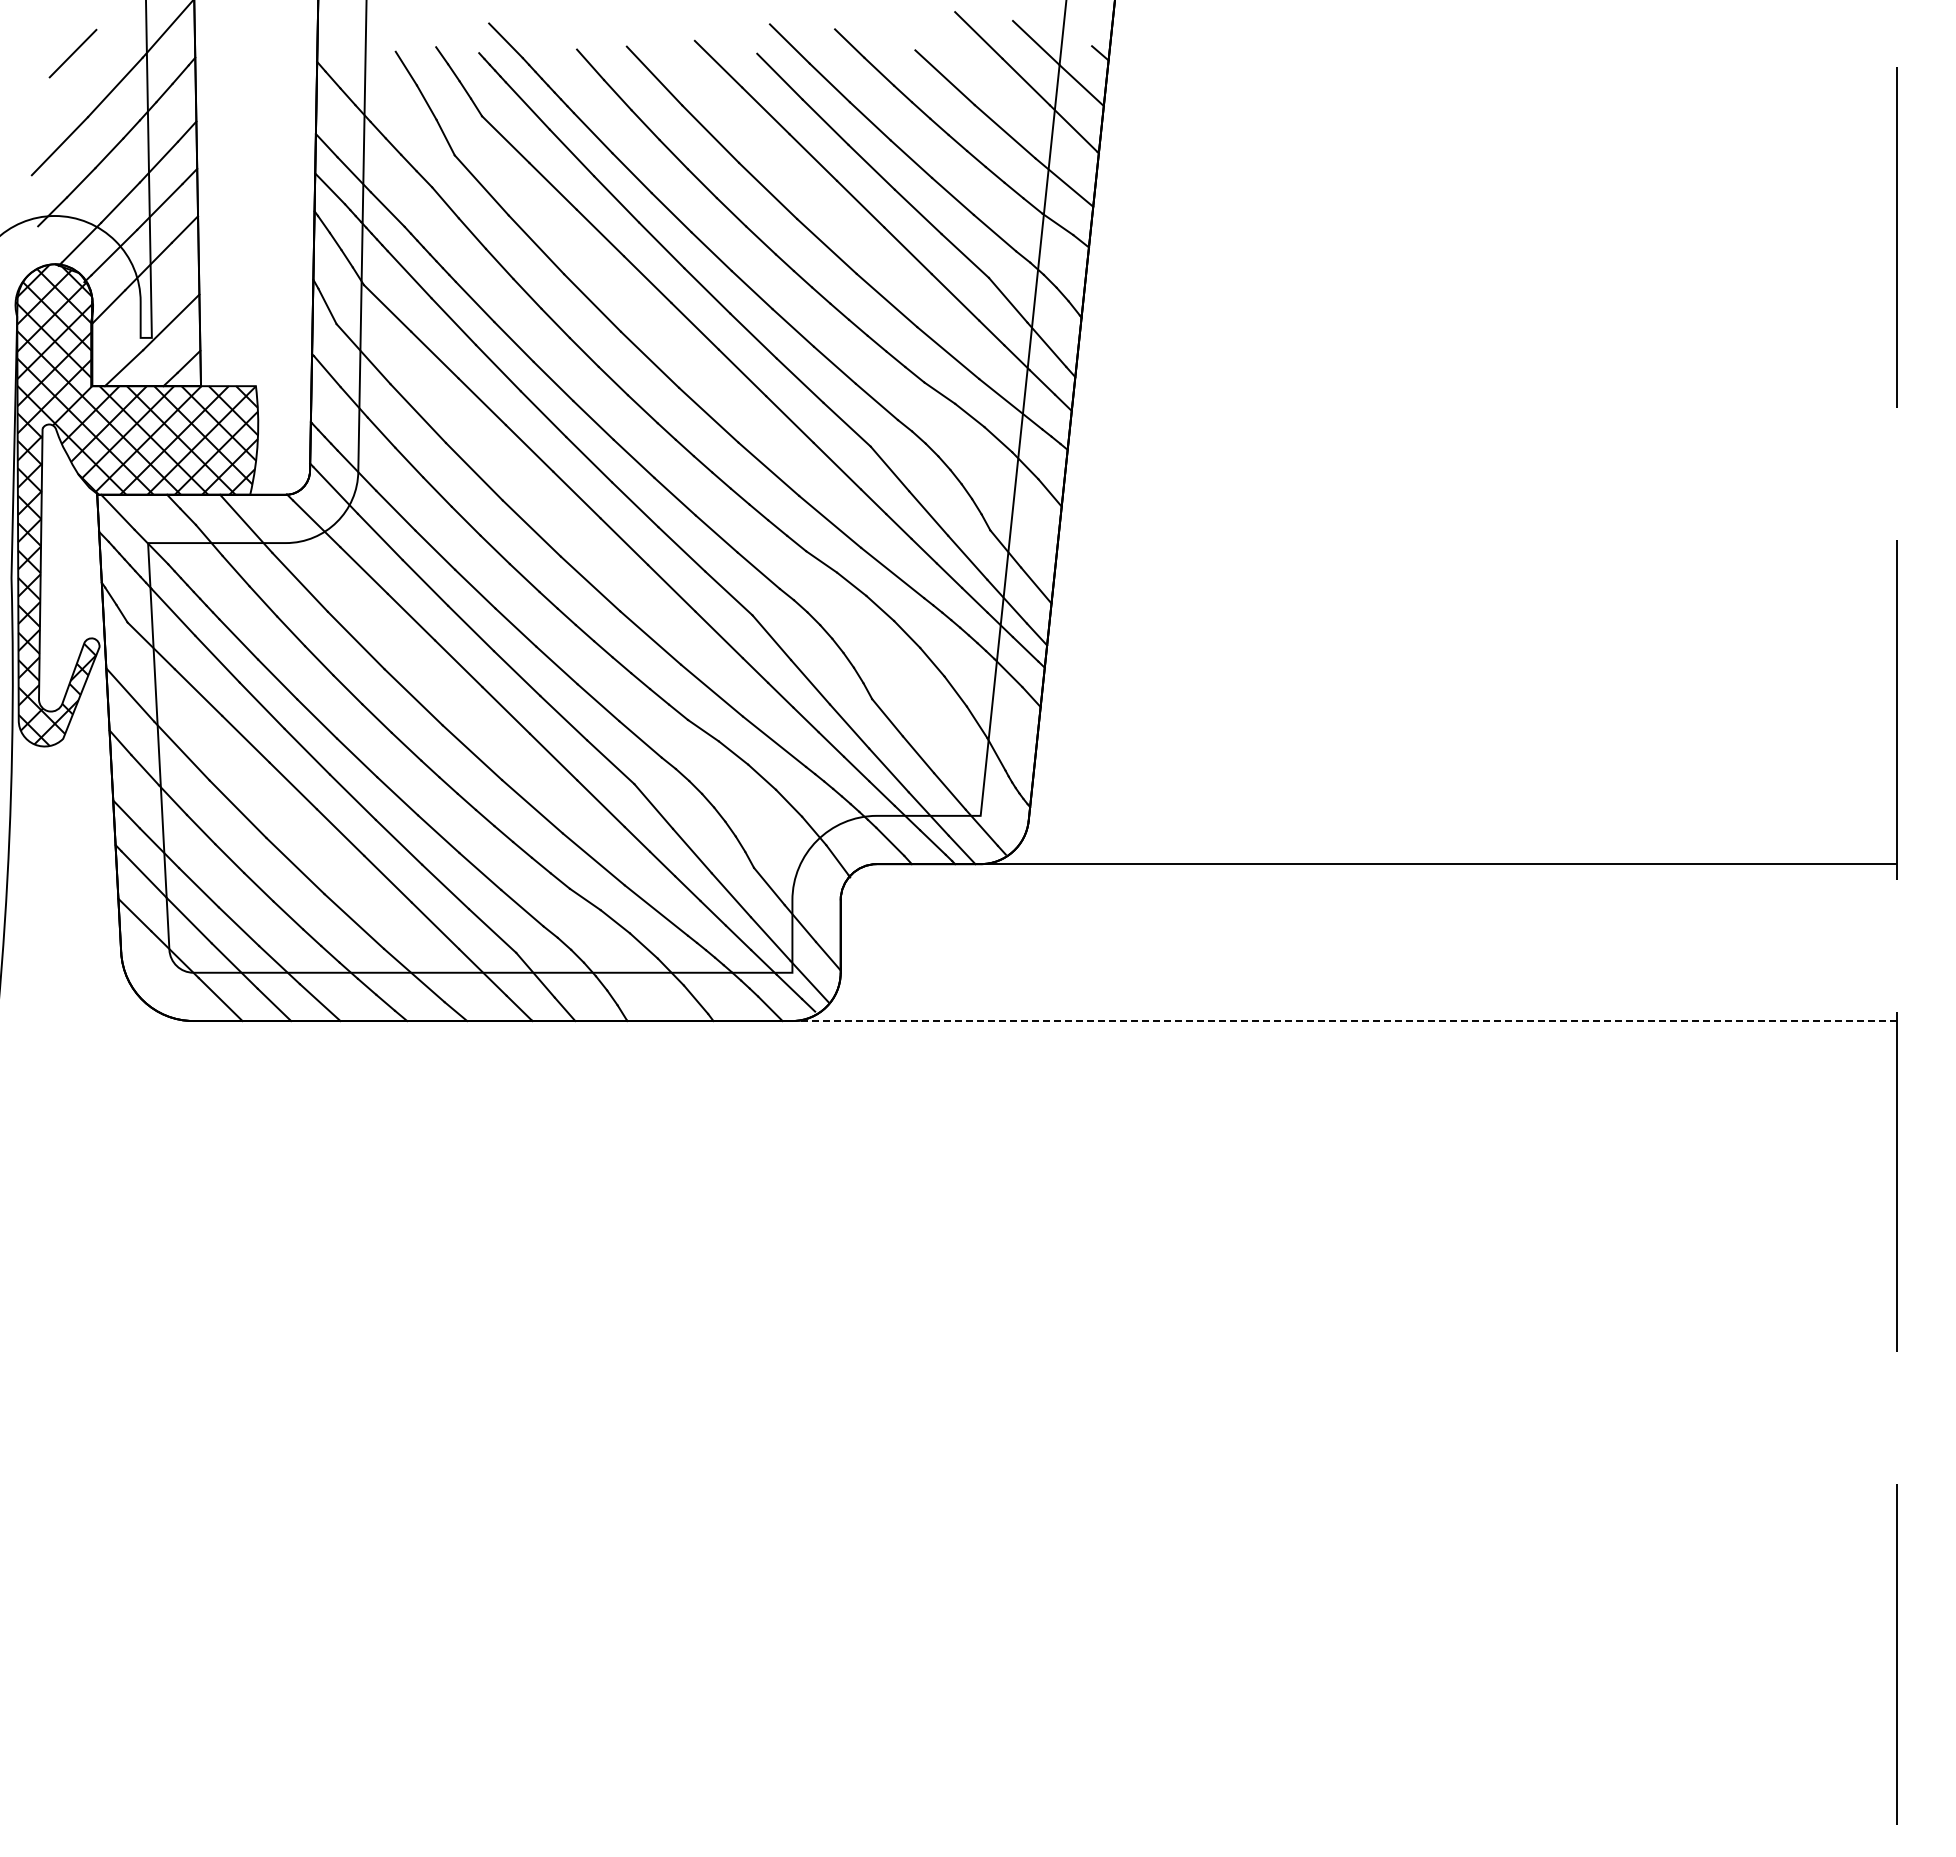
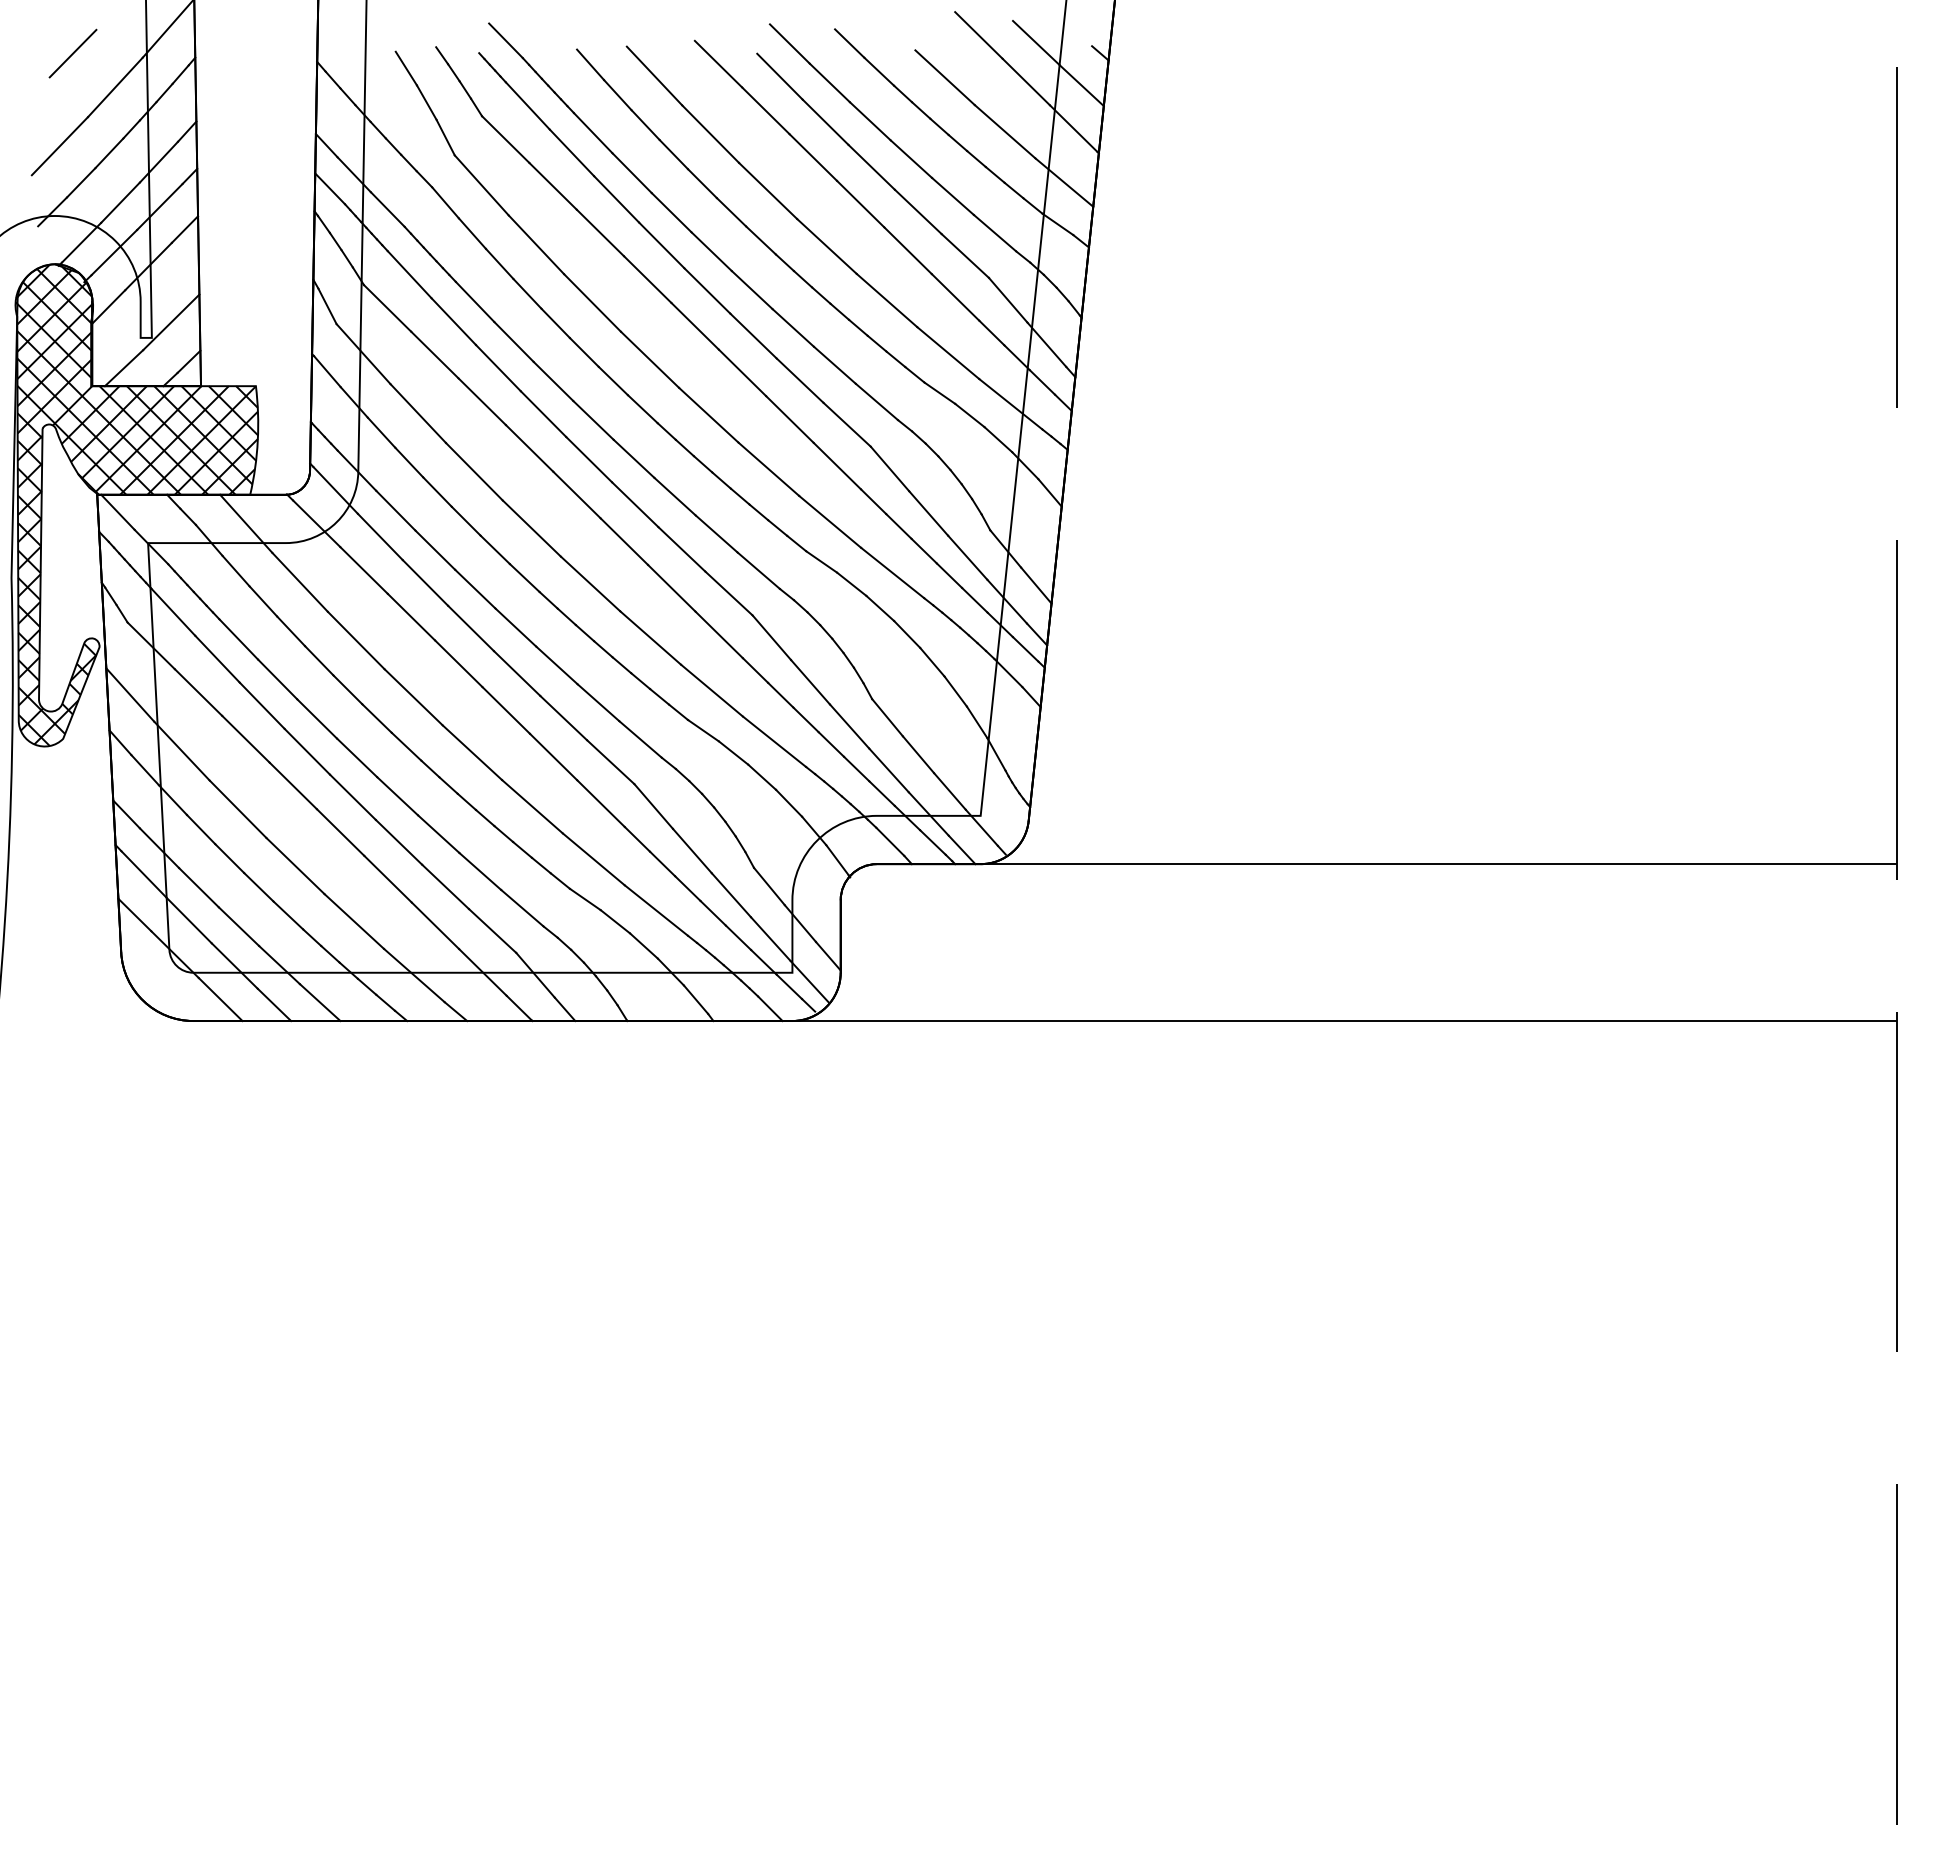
line at (1344, 1021): dashed -> solid
